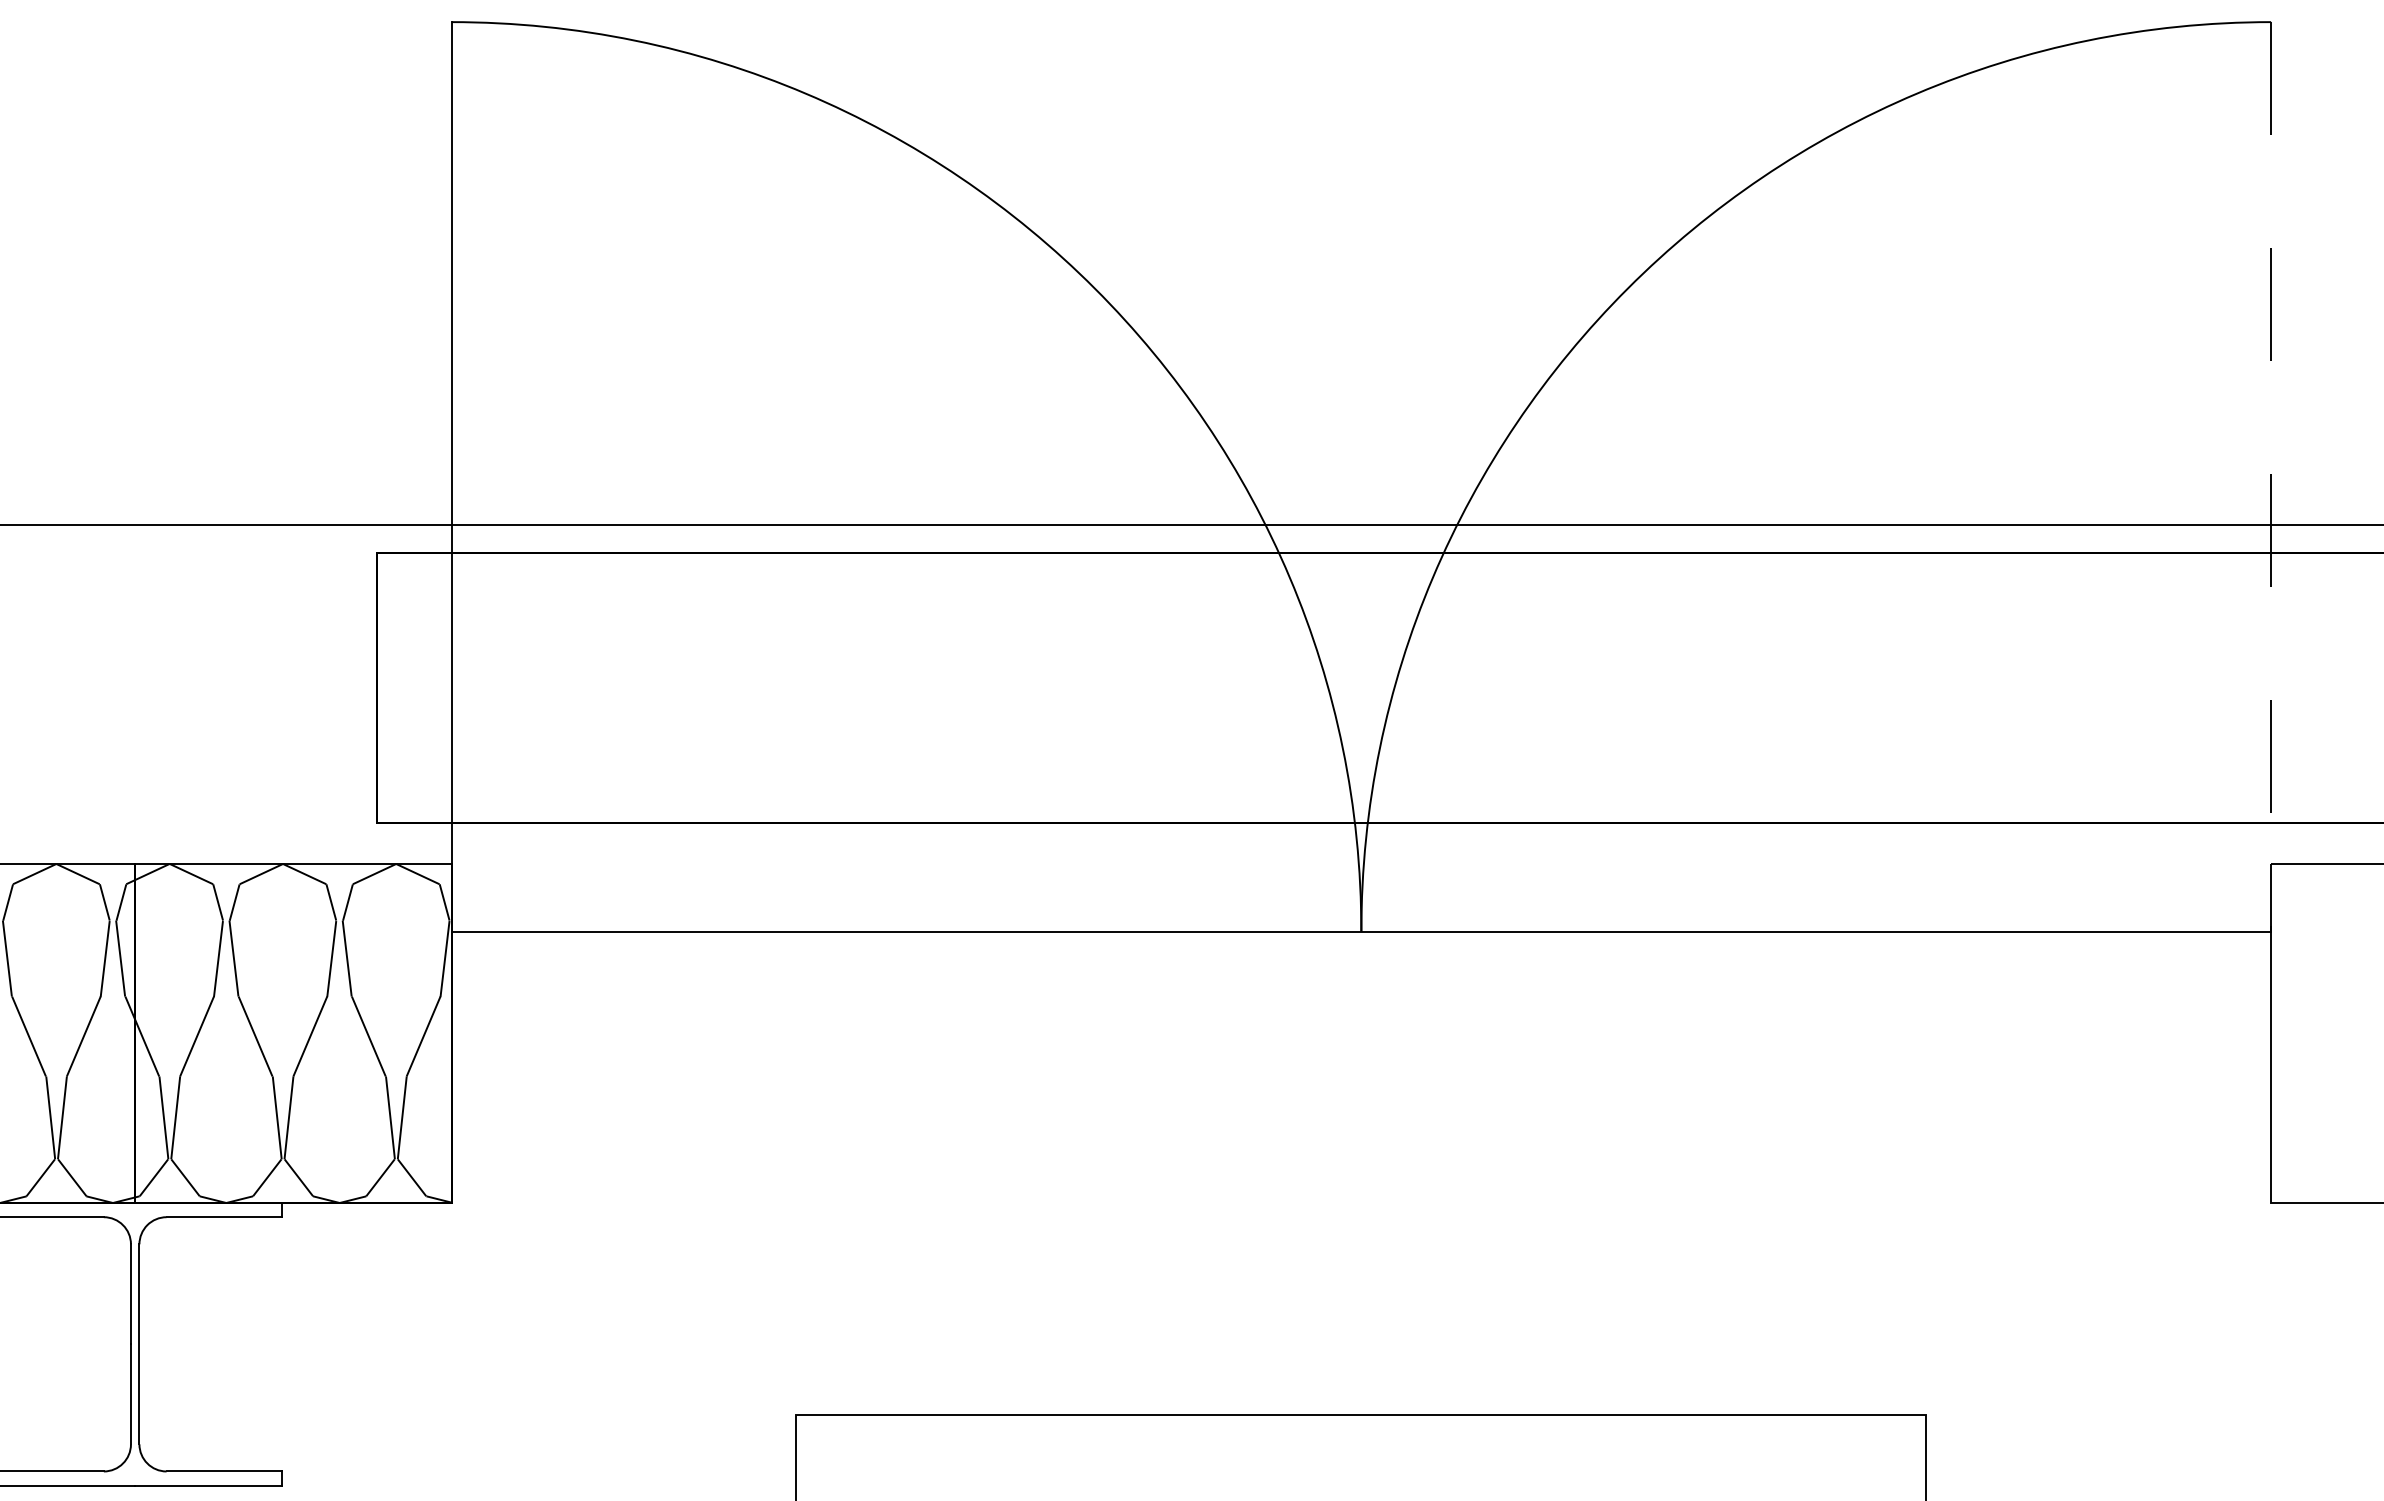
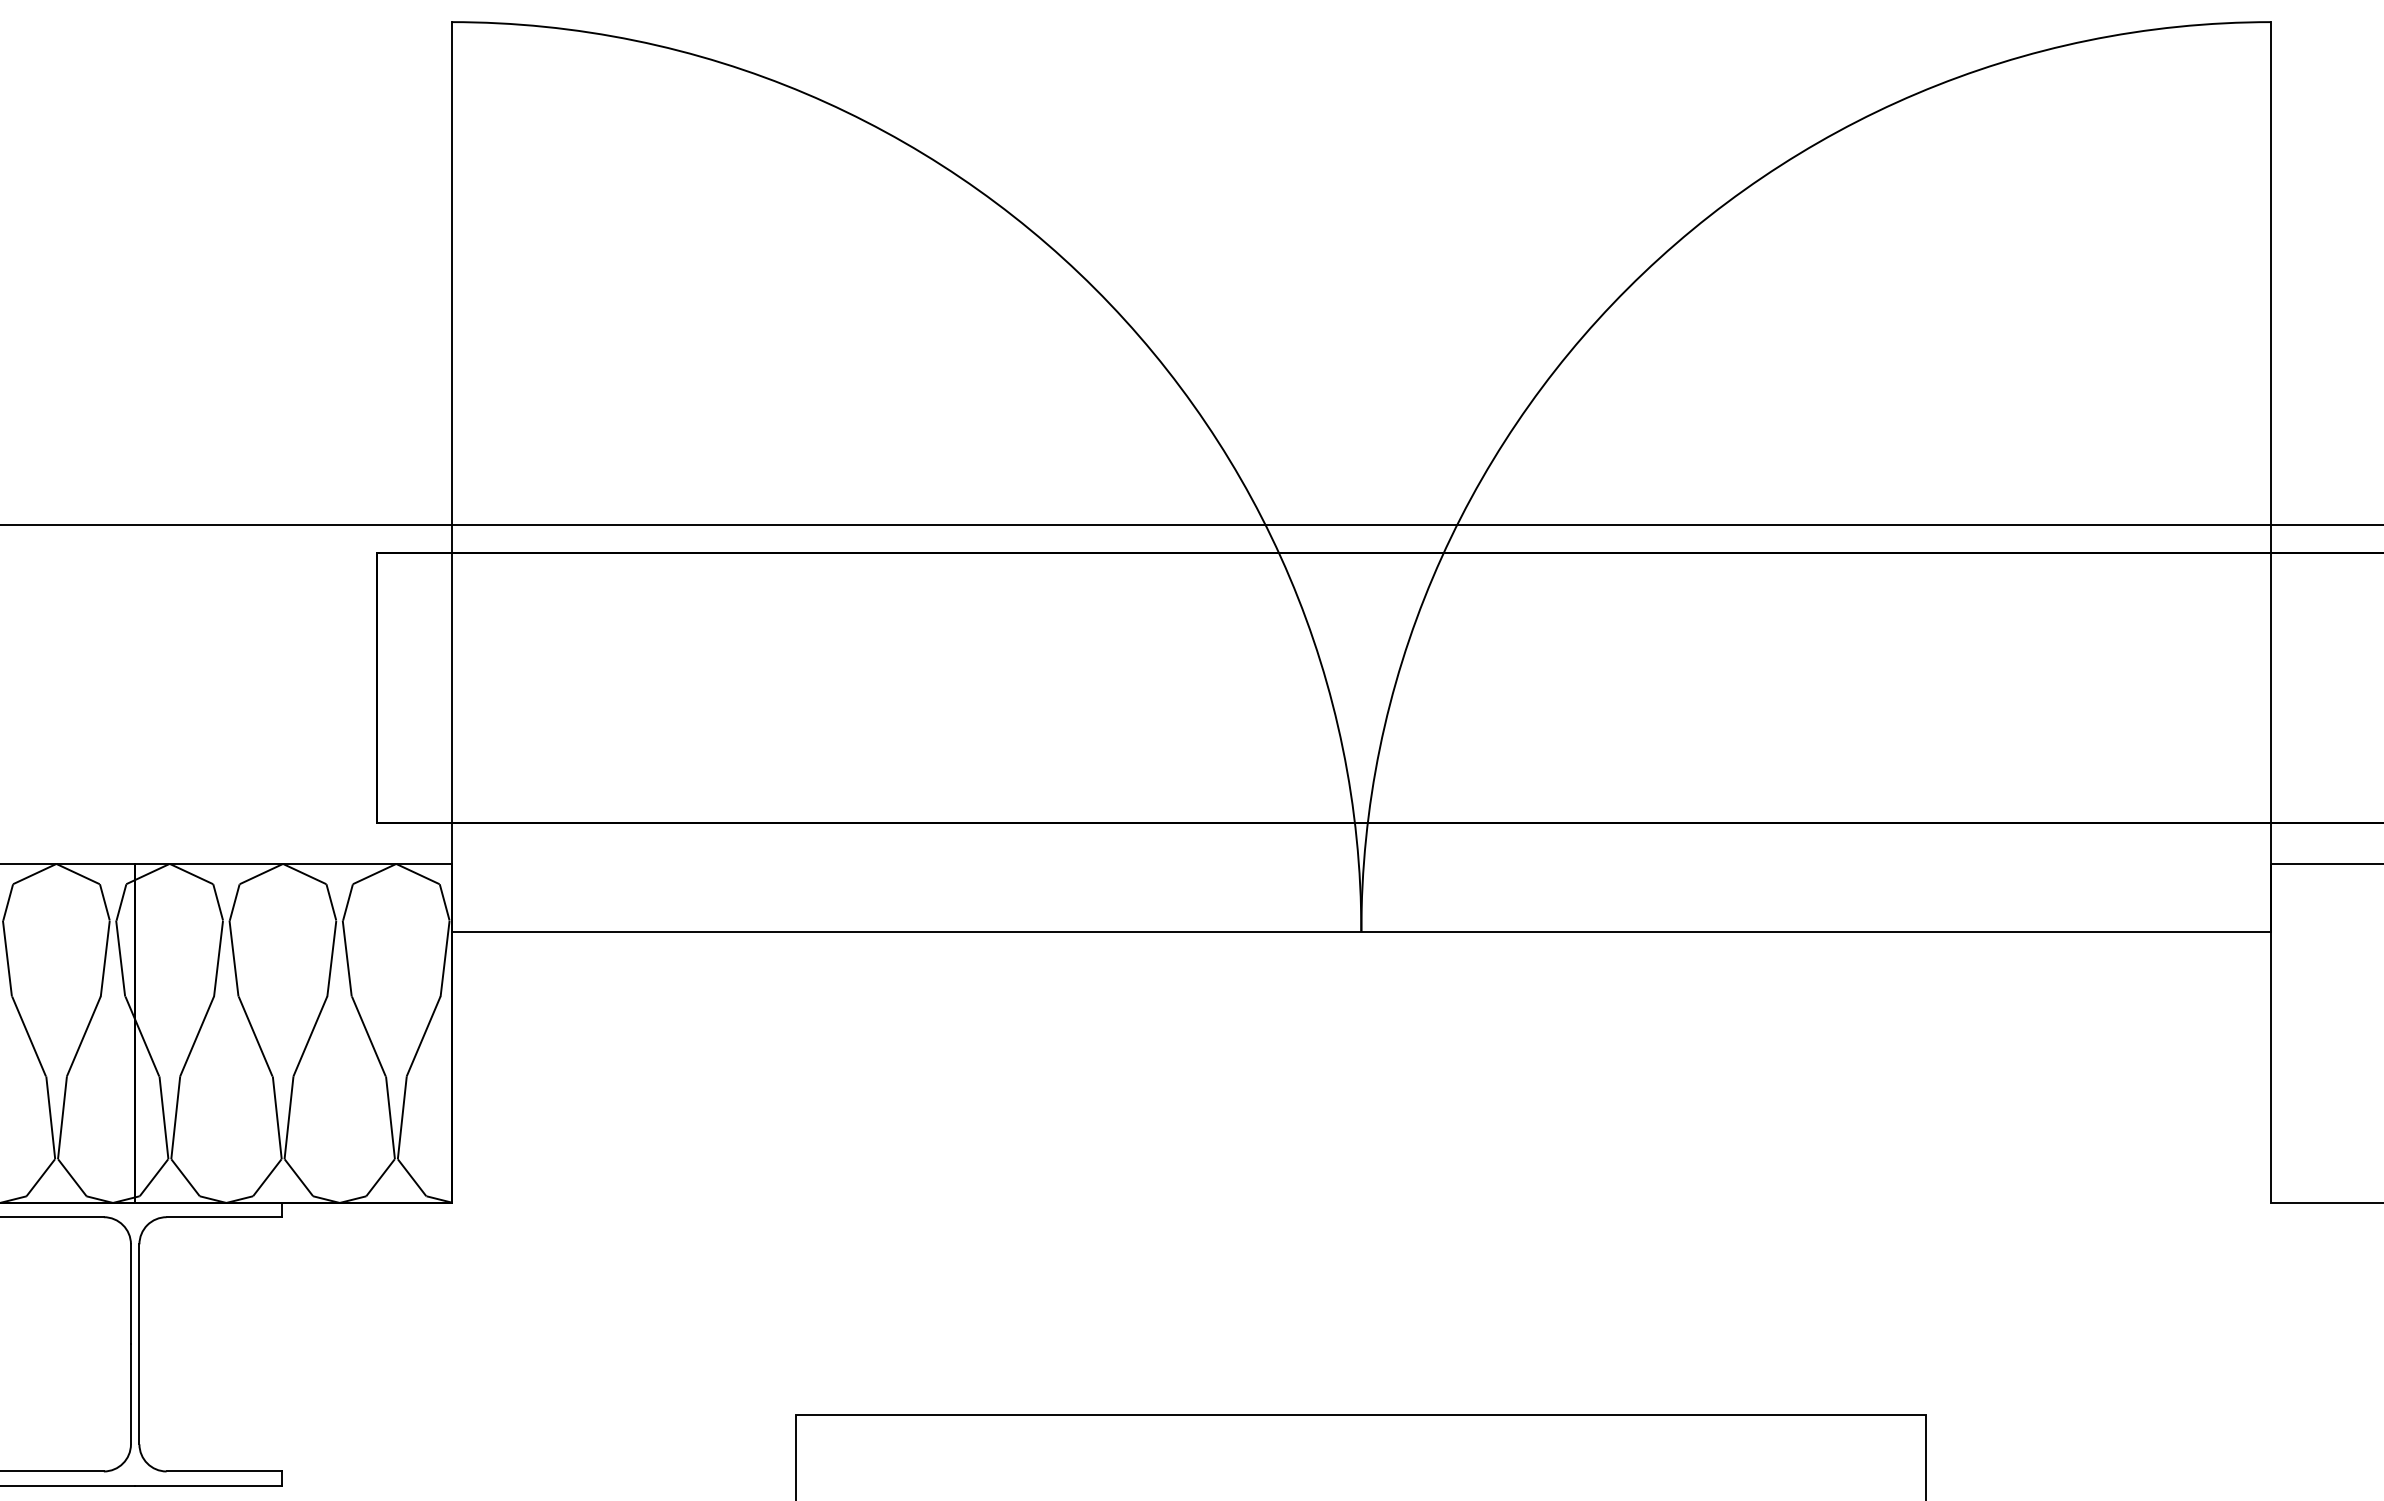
line at (2271, 476): dashed -> solid
